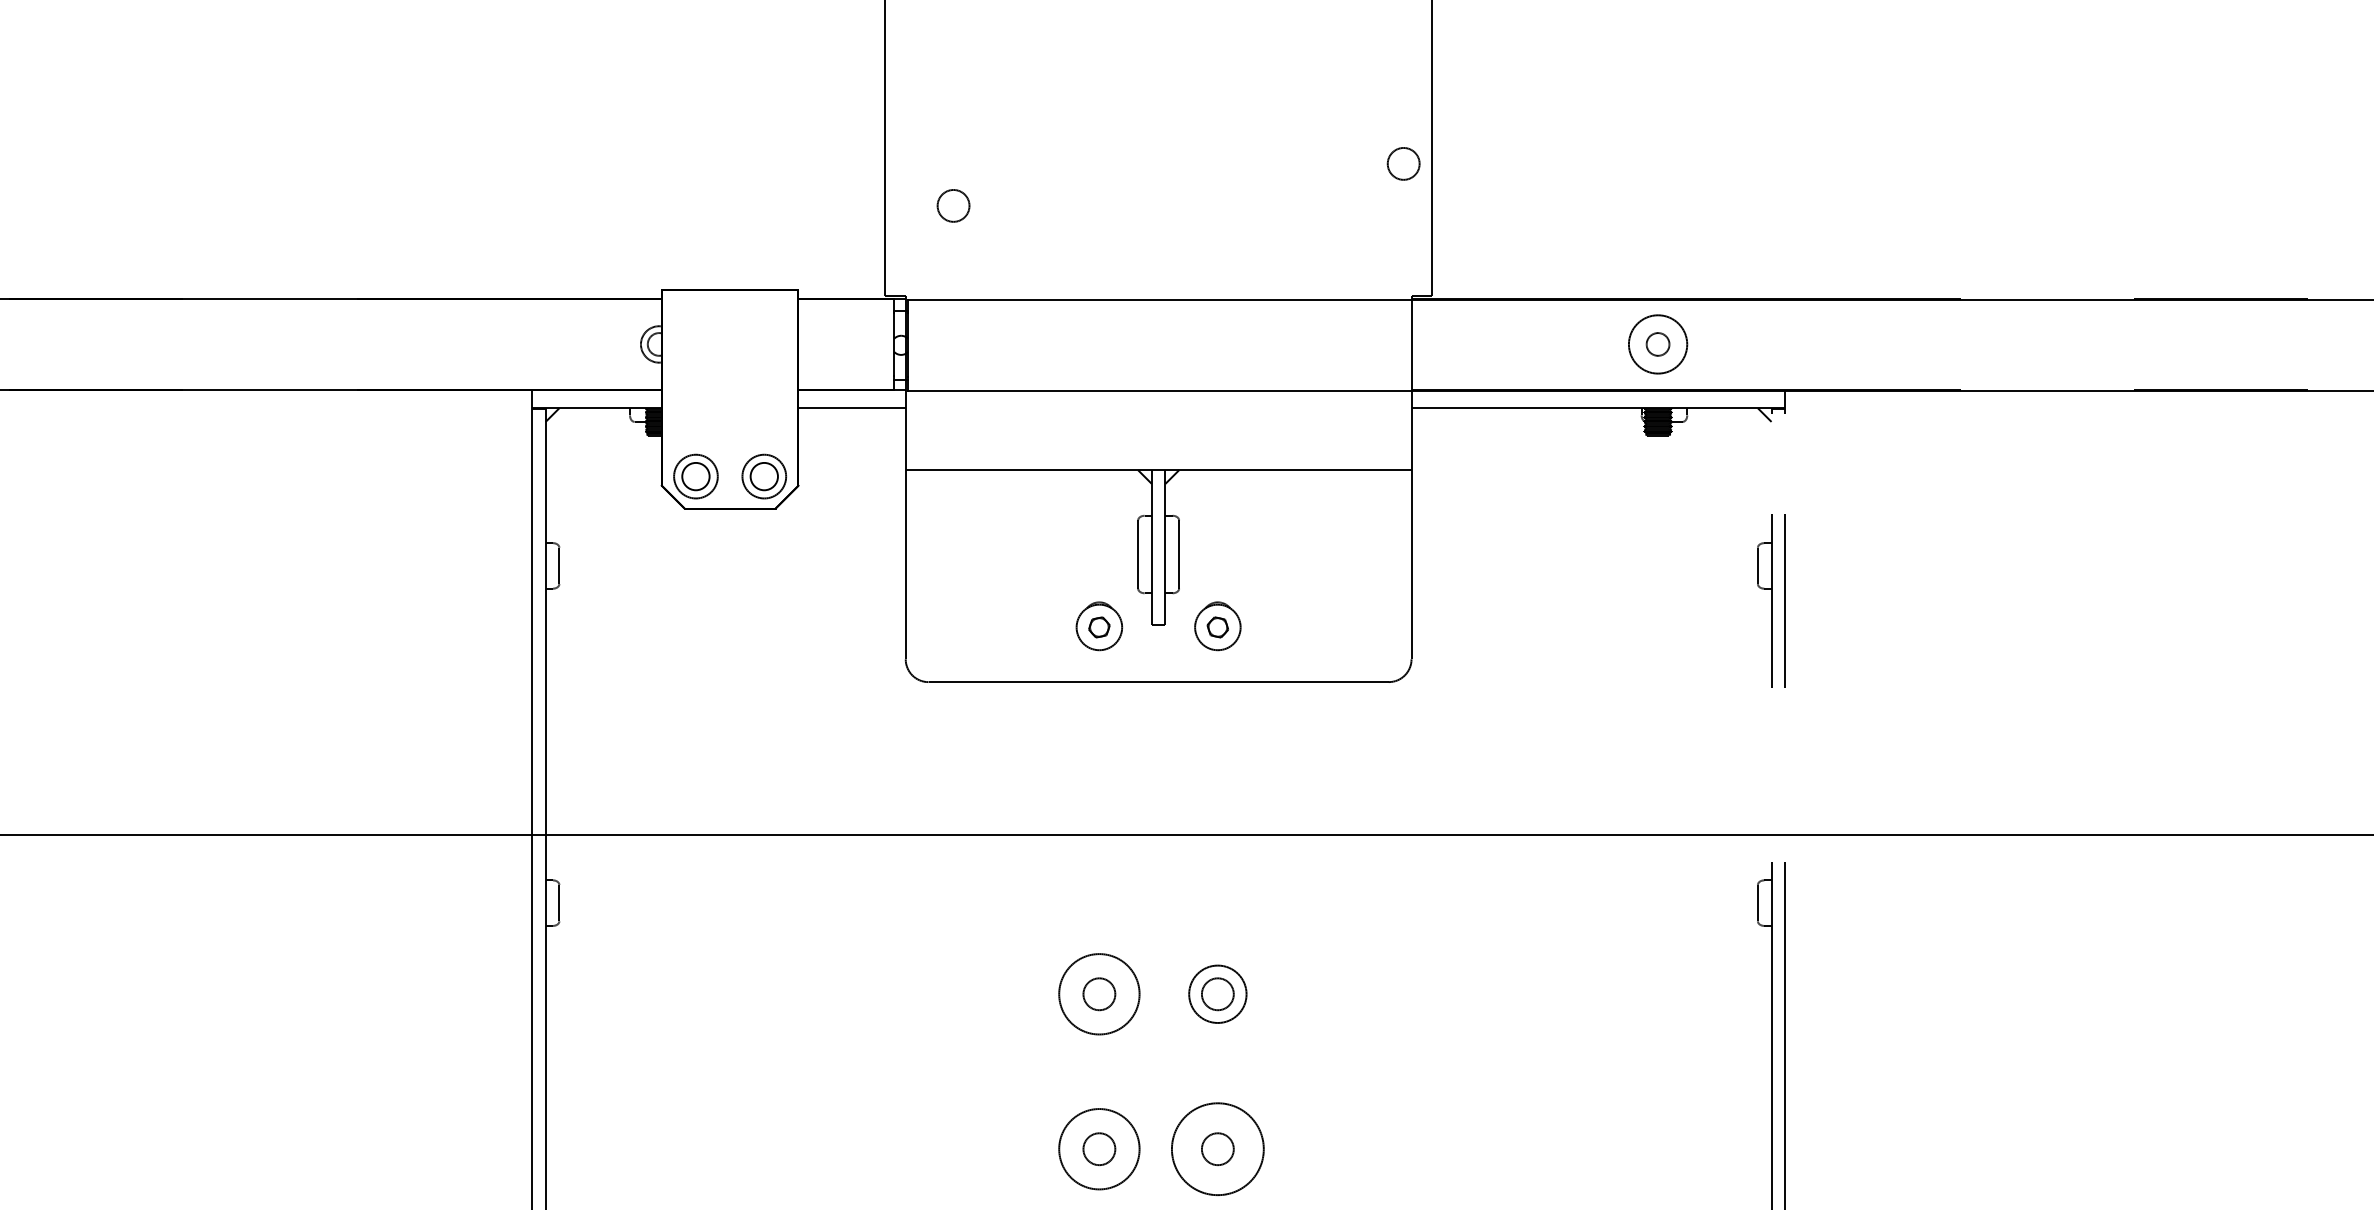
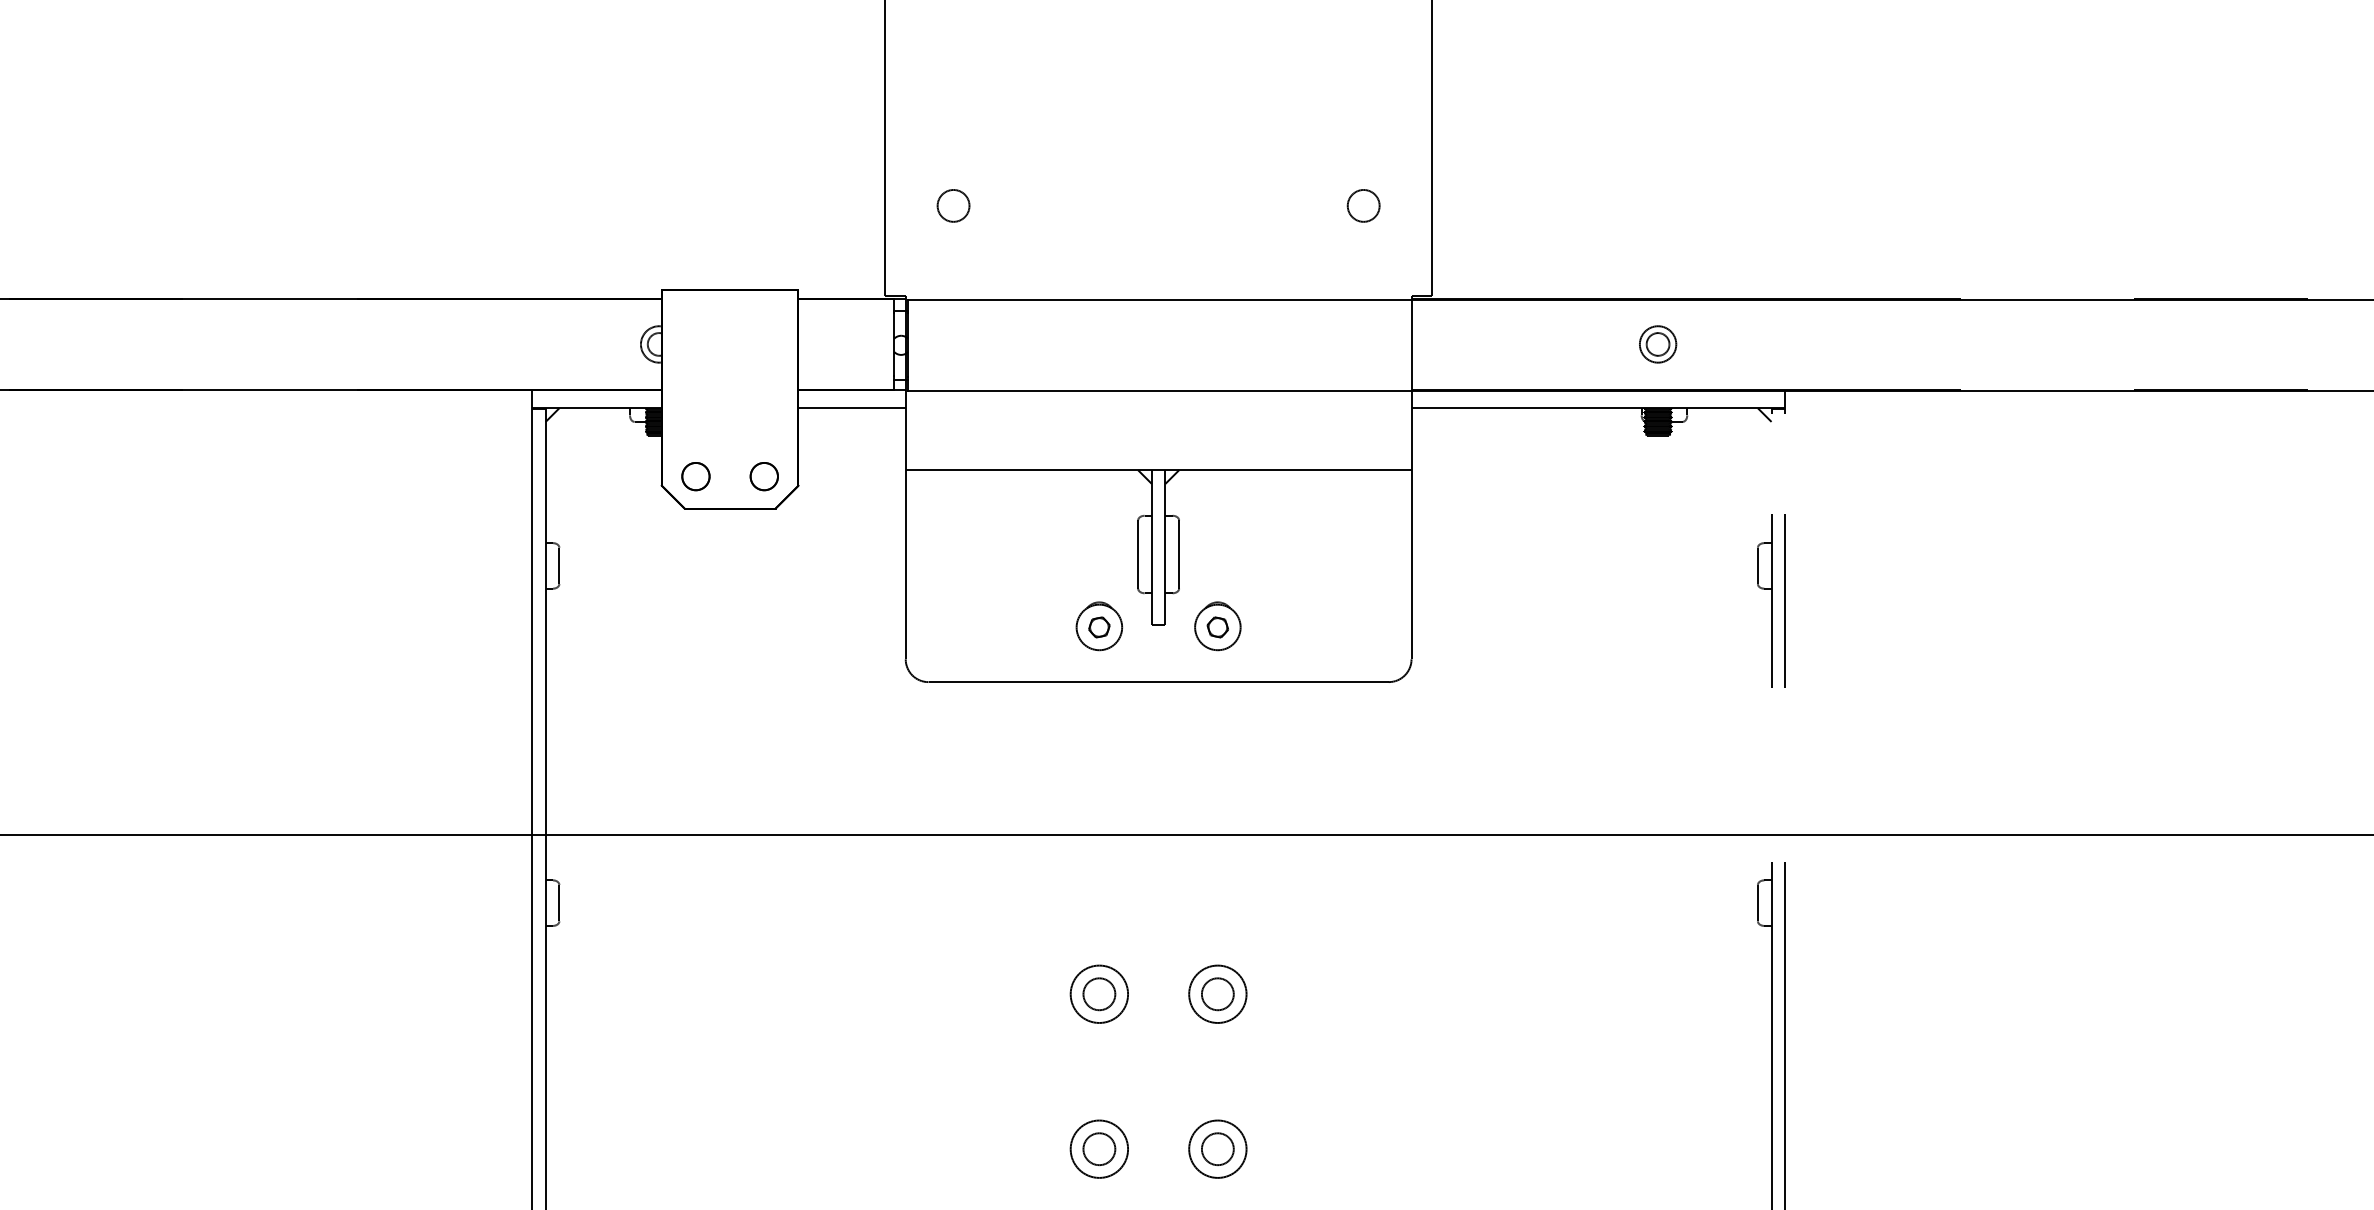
circle at (1403, 163) position: (1403, 163) -> (1363, 205)
circle at (1657, 344) diameter: 58 px -> 36 px
circle at (695, 476) diameter: 44 px -> 27 px
circle at (764, 476) diameter: 44 px -> 27 px
circle at (1099, 994) diameter: 80 px -> 57 px
circle at (1099, 1149) diameter: 80 px -> 57 px
circle at (1217, 1149) diameter: 92 px -> 57 px
